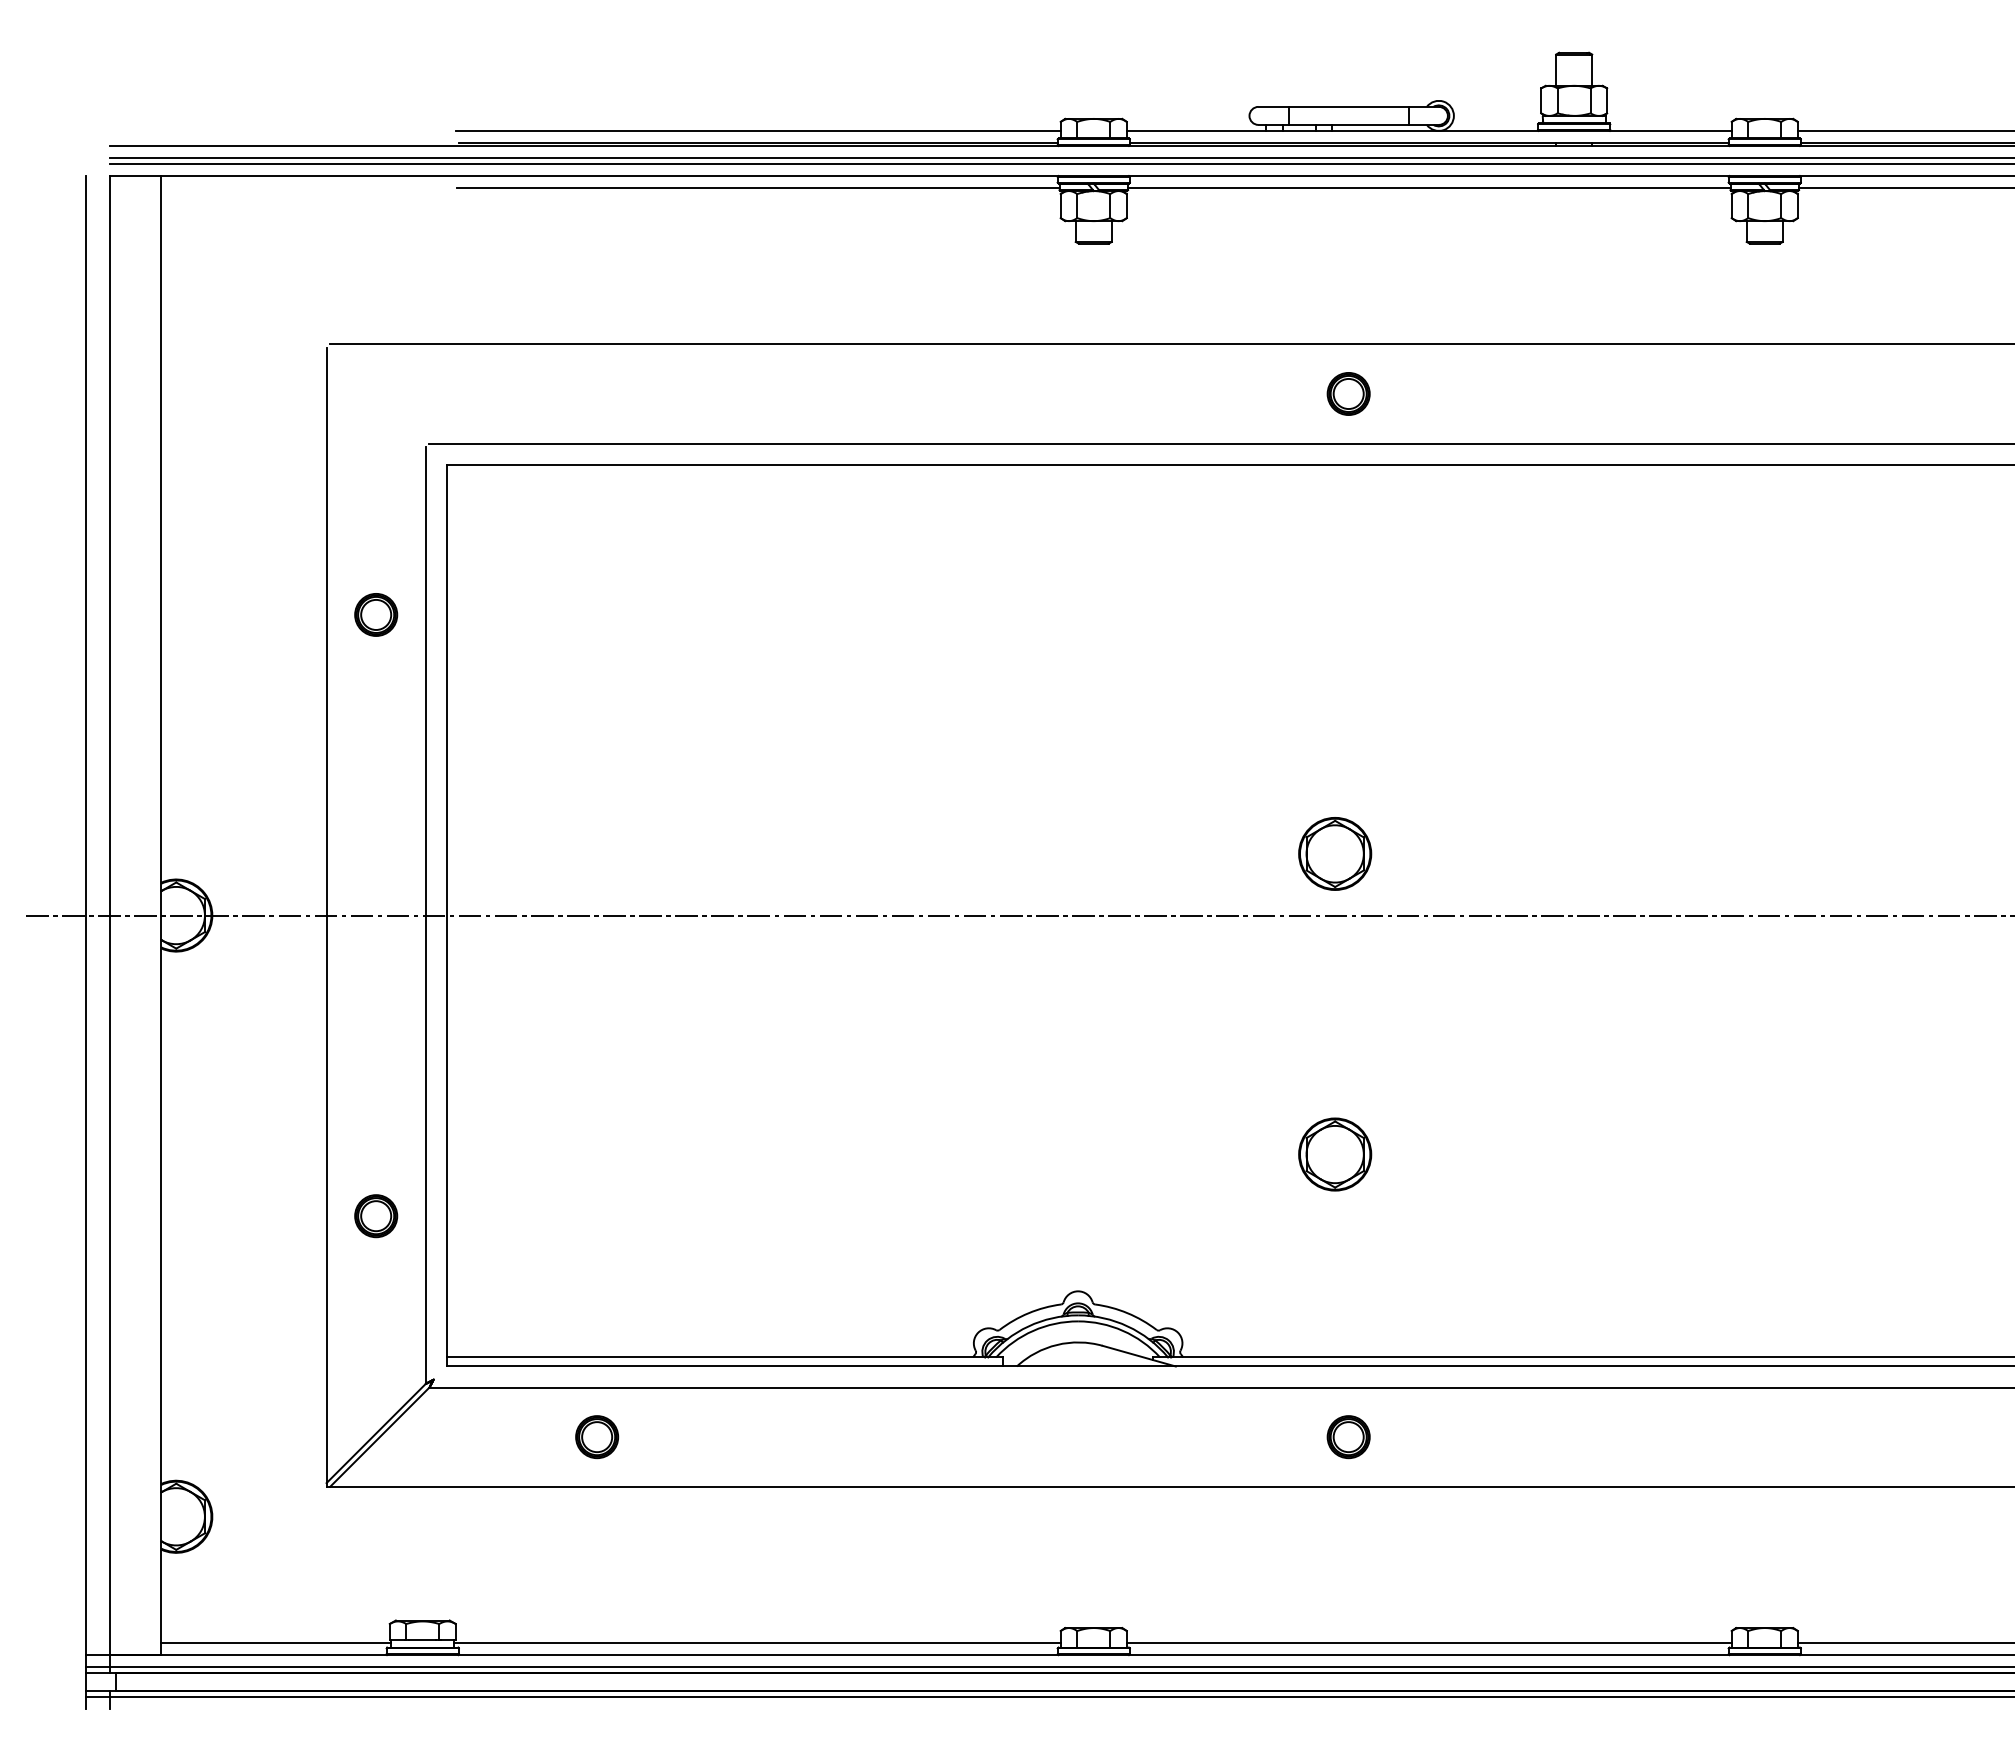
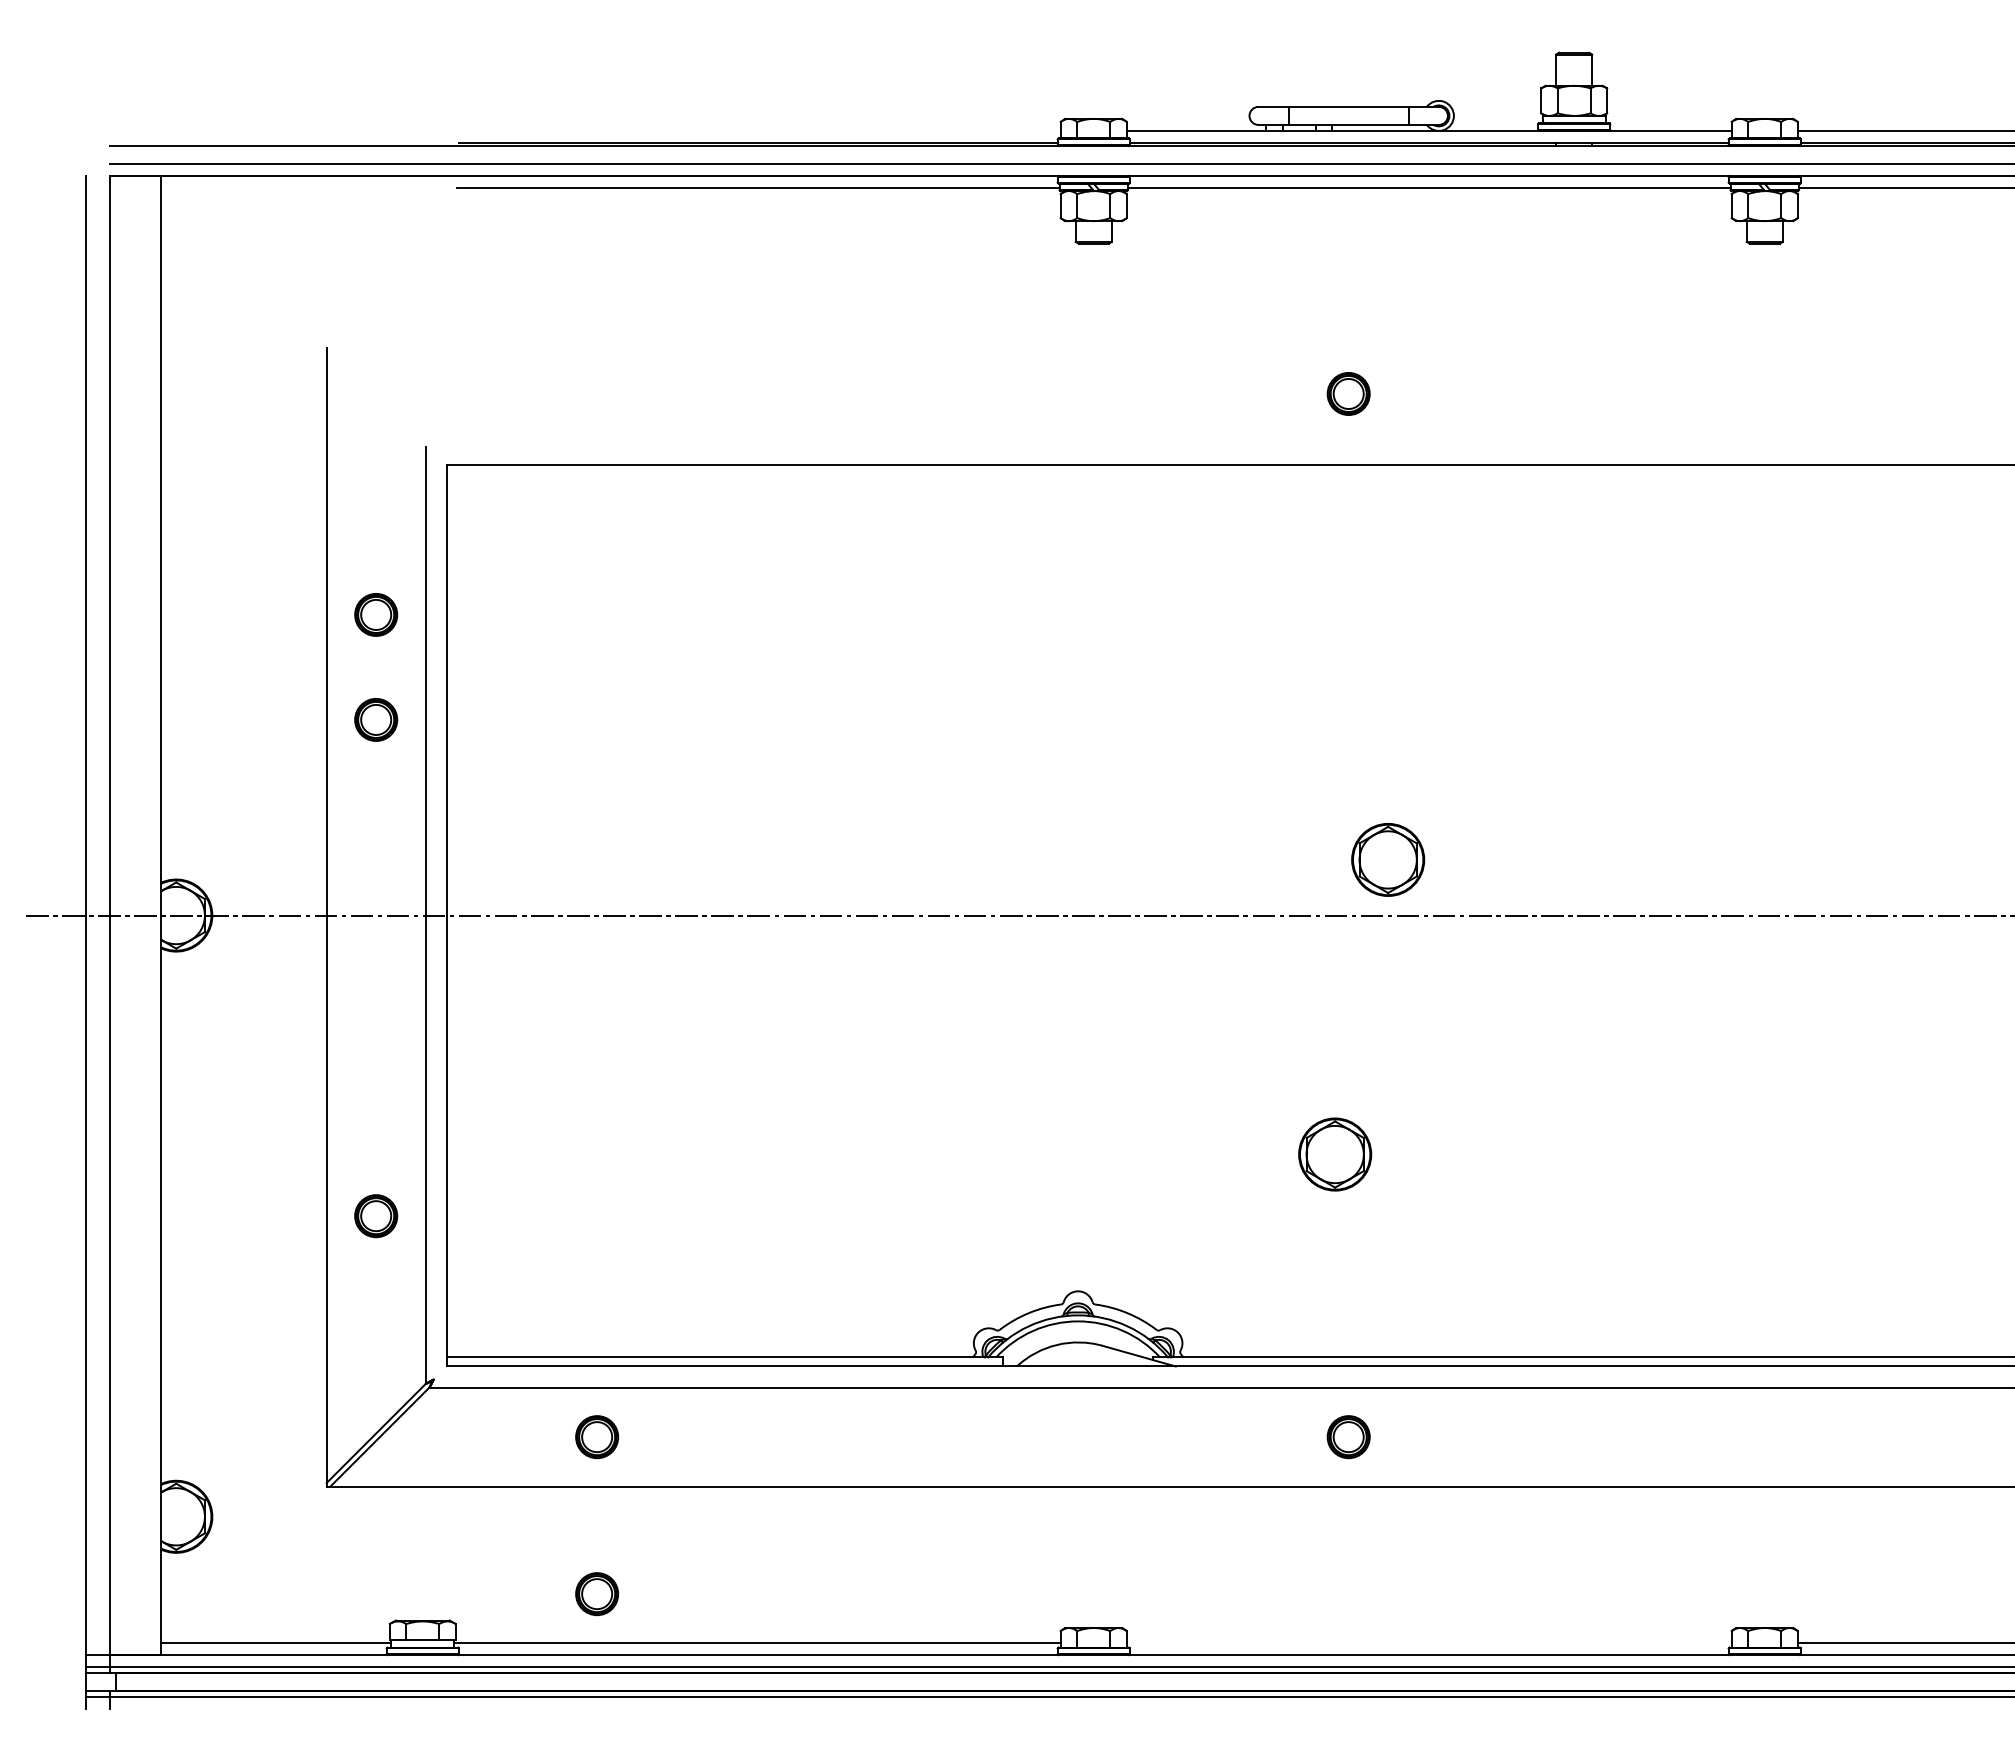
line at (757, 130): present -> none
line at (1060, 158): present -> none
line at (1170, 344): present -> none
line at (1220, 443): present -> none
part at (376, 719): none -> present
part at (1335, 853) position: (1335, 853) -> (1388, 859)
part at (597, 1594): none -> present
line at (1428, 1643): present -> none
